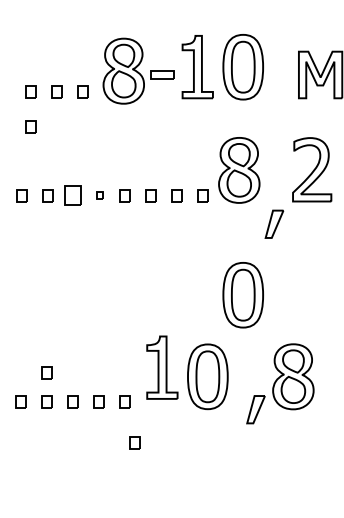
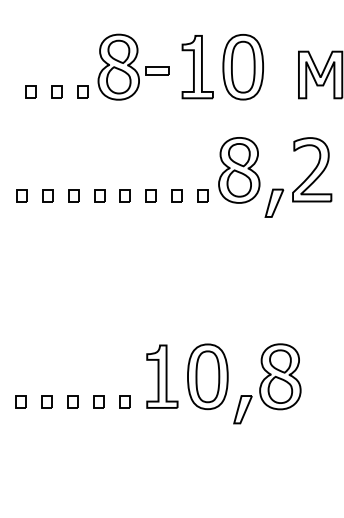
part at (138, 70) position: (138, 70) -> (133, 66)
part at (30, 126): present -> none
part at (72, 195) size: 18x21 px -> 12x14 px
part at (99, 195) size: 8x9 px -> 12x14 px
part at (274, 223) position: (274, 223) -> (274, 202)
part at (242, 295): present -> none
part at (162, 367) position: (162, 367) -> (162, 376)
part at (46, 372): present -> none
part at (280, 383) position: (280, 383) -> (267, 383)
part at (134, 442): present -> none
